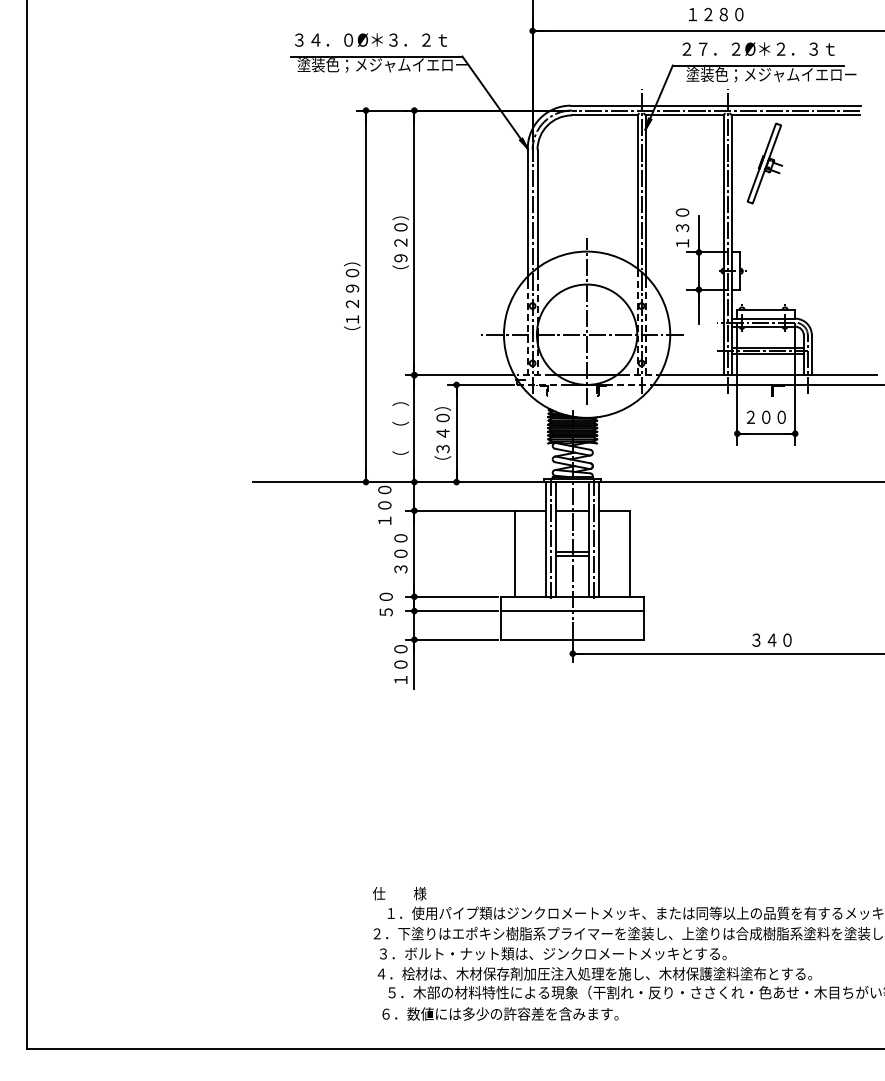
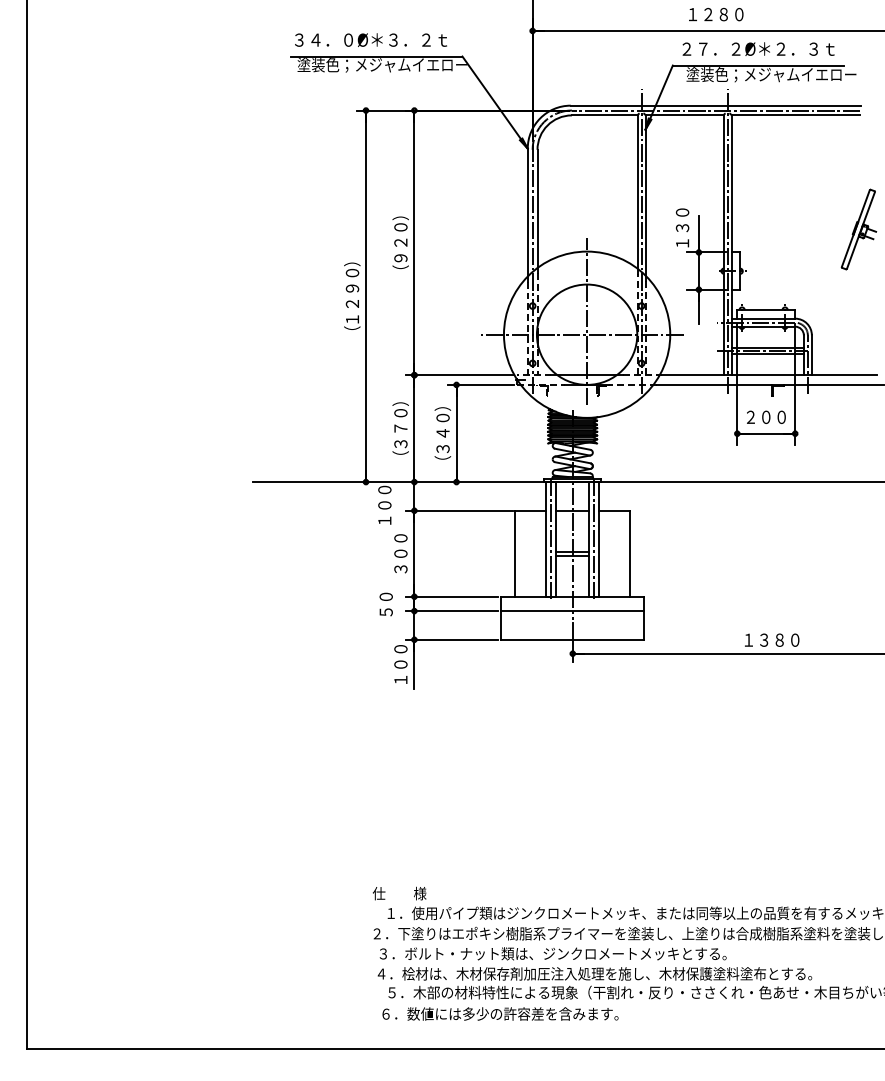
part at (764, 163) position: (764, 163) -> (858, 229)
text at (400, 428): （ -> ３７０
text at (772, 639): ３４０ -> １３８０
